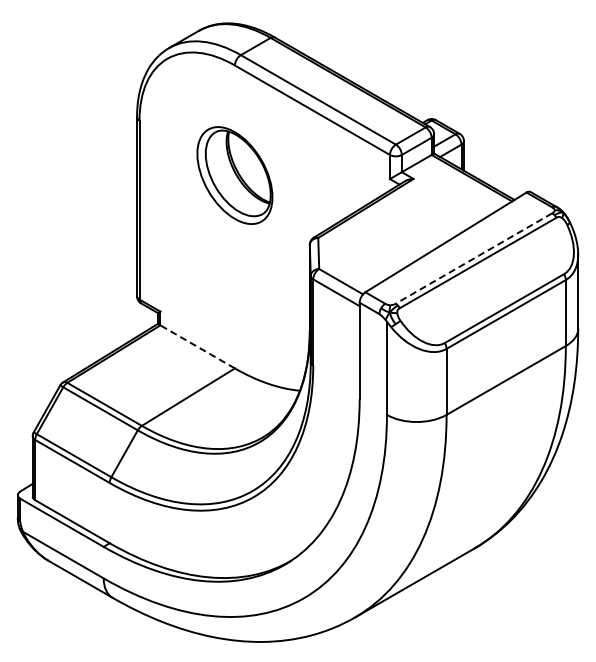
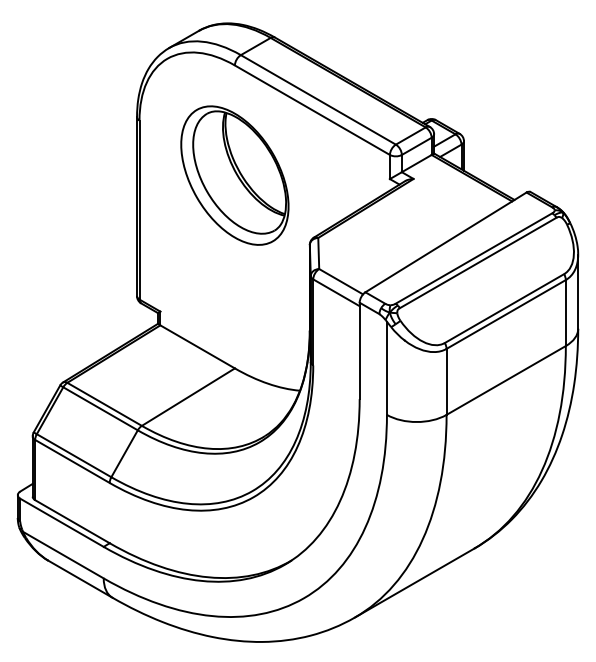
part at (234, 175) size: 78x99 px -> 110x141 px
line at (473, 258): dashed -> solid
line at (197, 346): dashed -> solid
